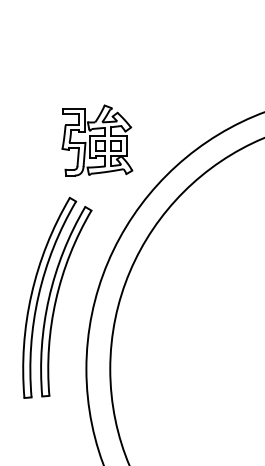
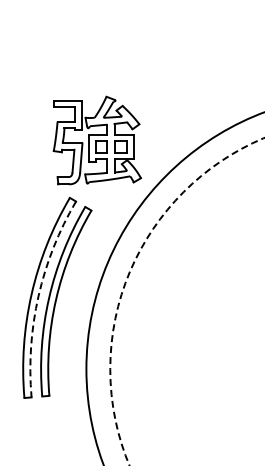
part at (97, 140) size: 73x73 px -> 90x91 px
arc at (38, 296): solid -> dashed
circle at (187, 301): solid -> dashed
